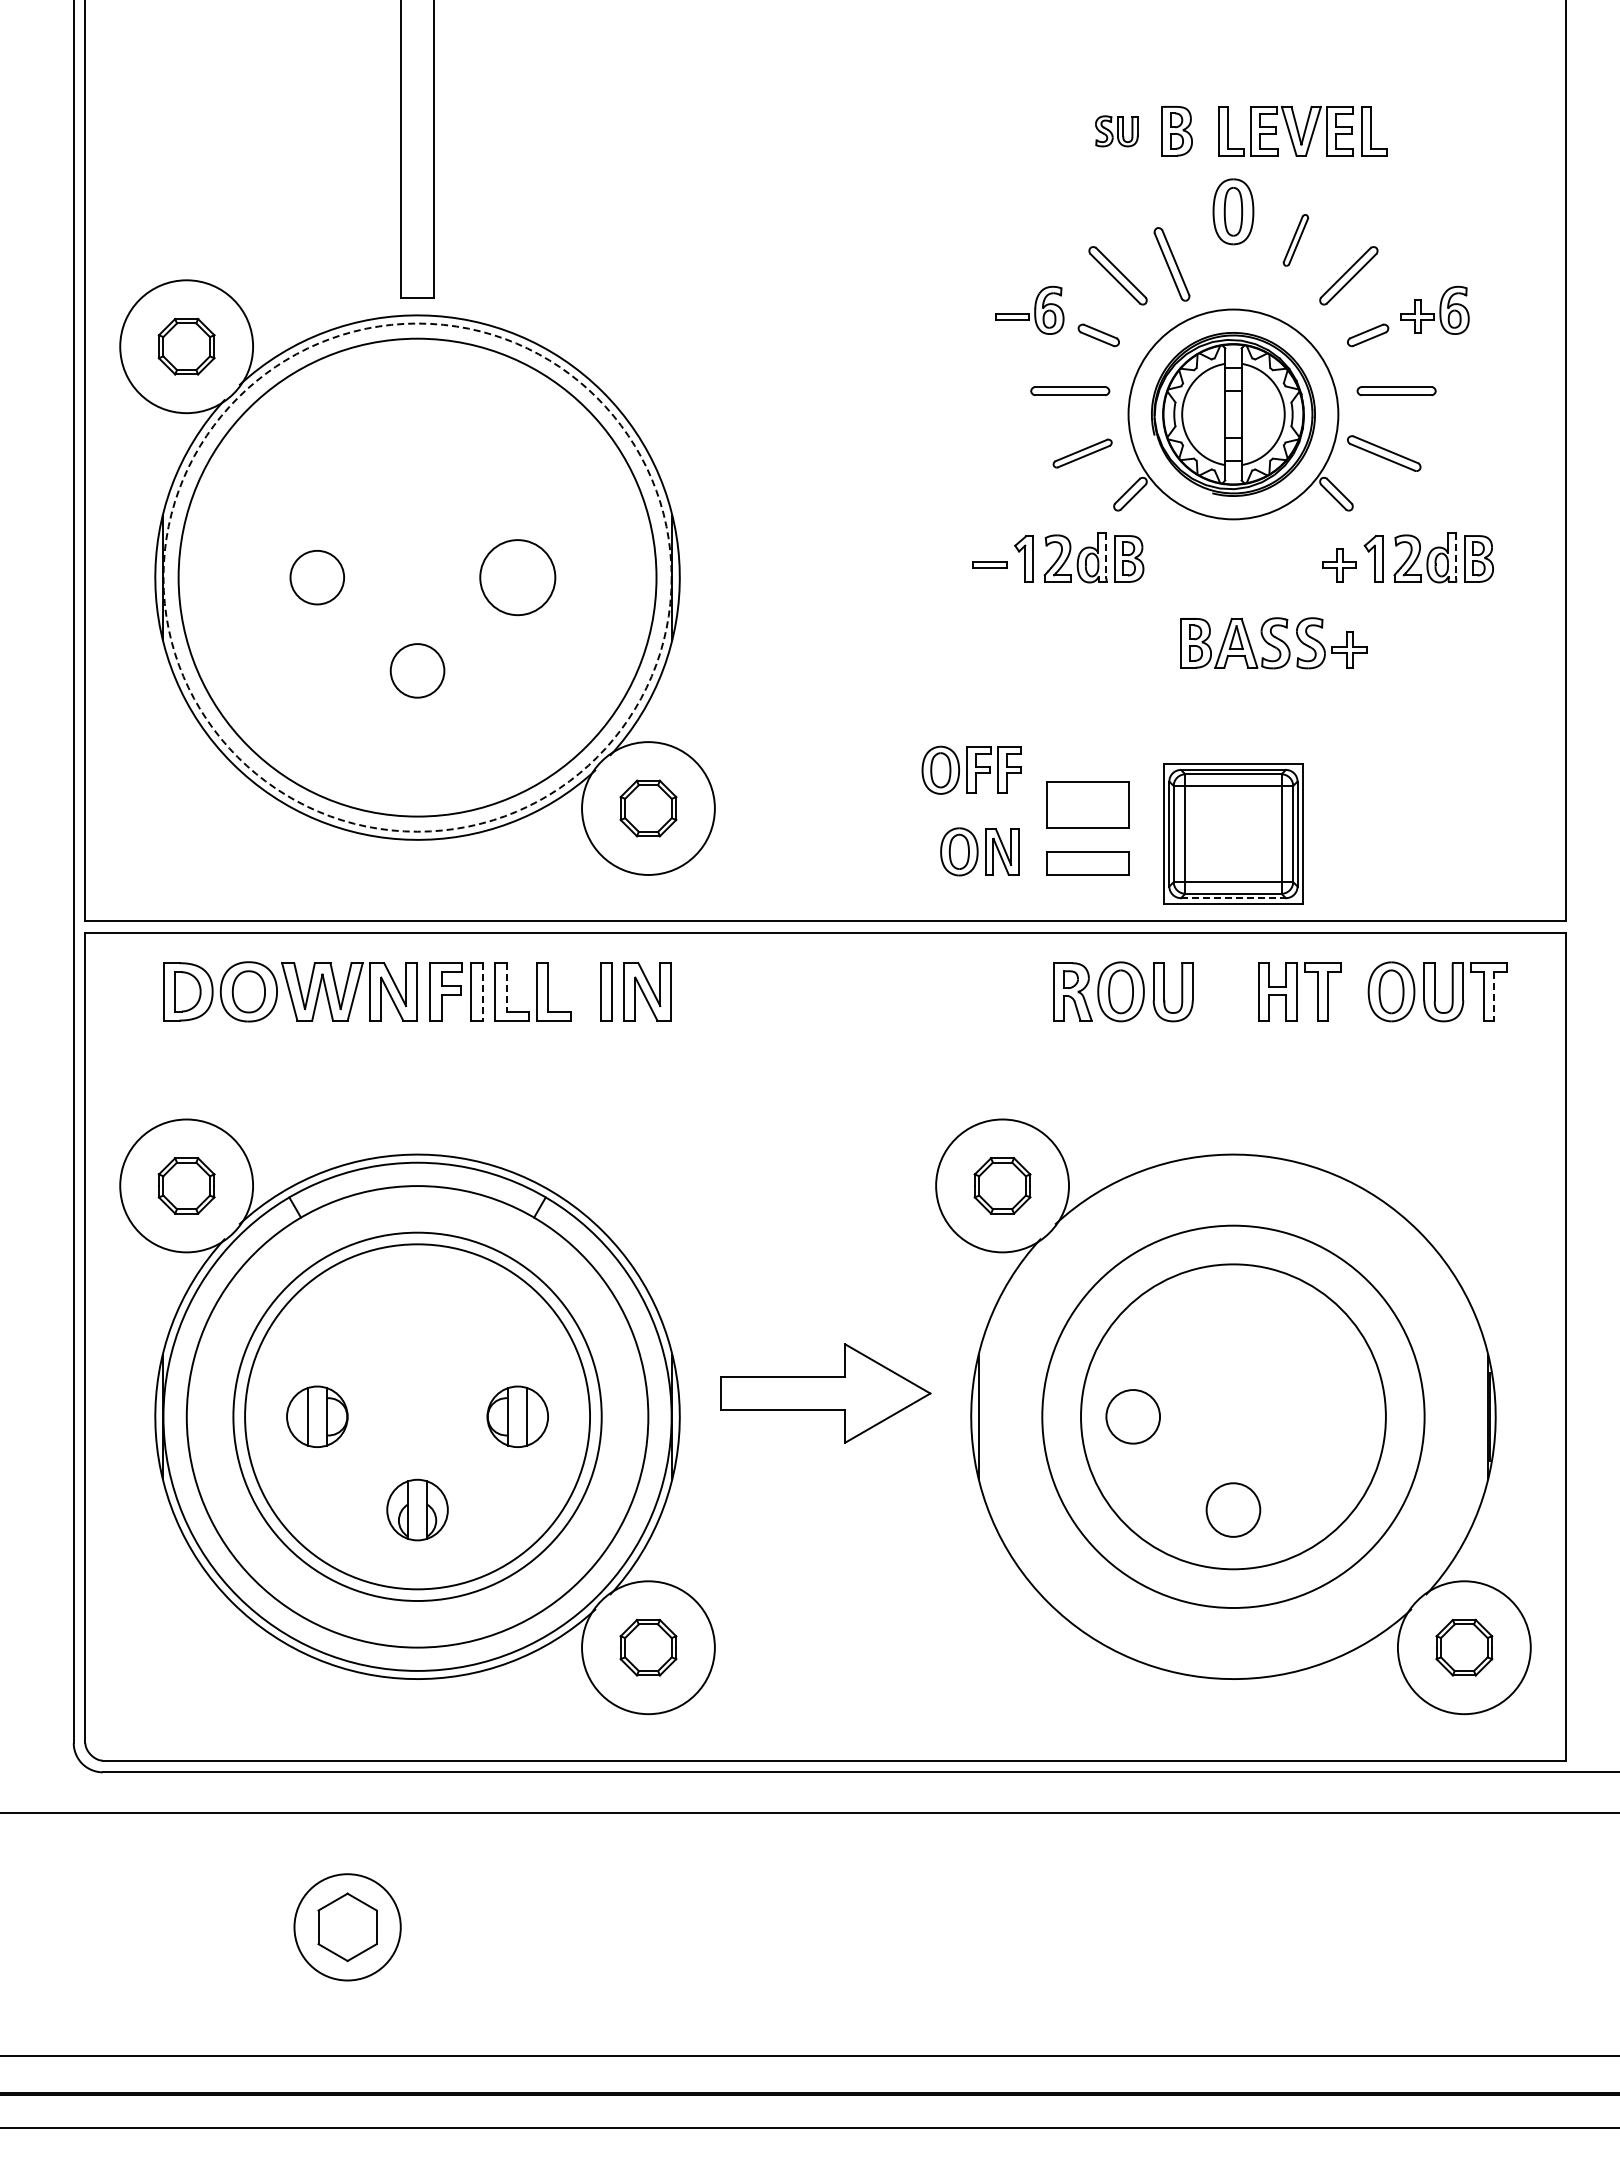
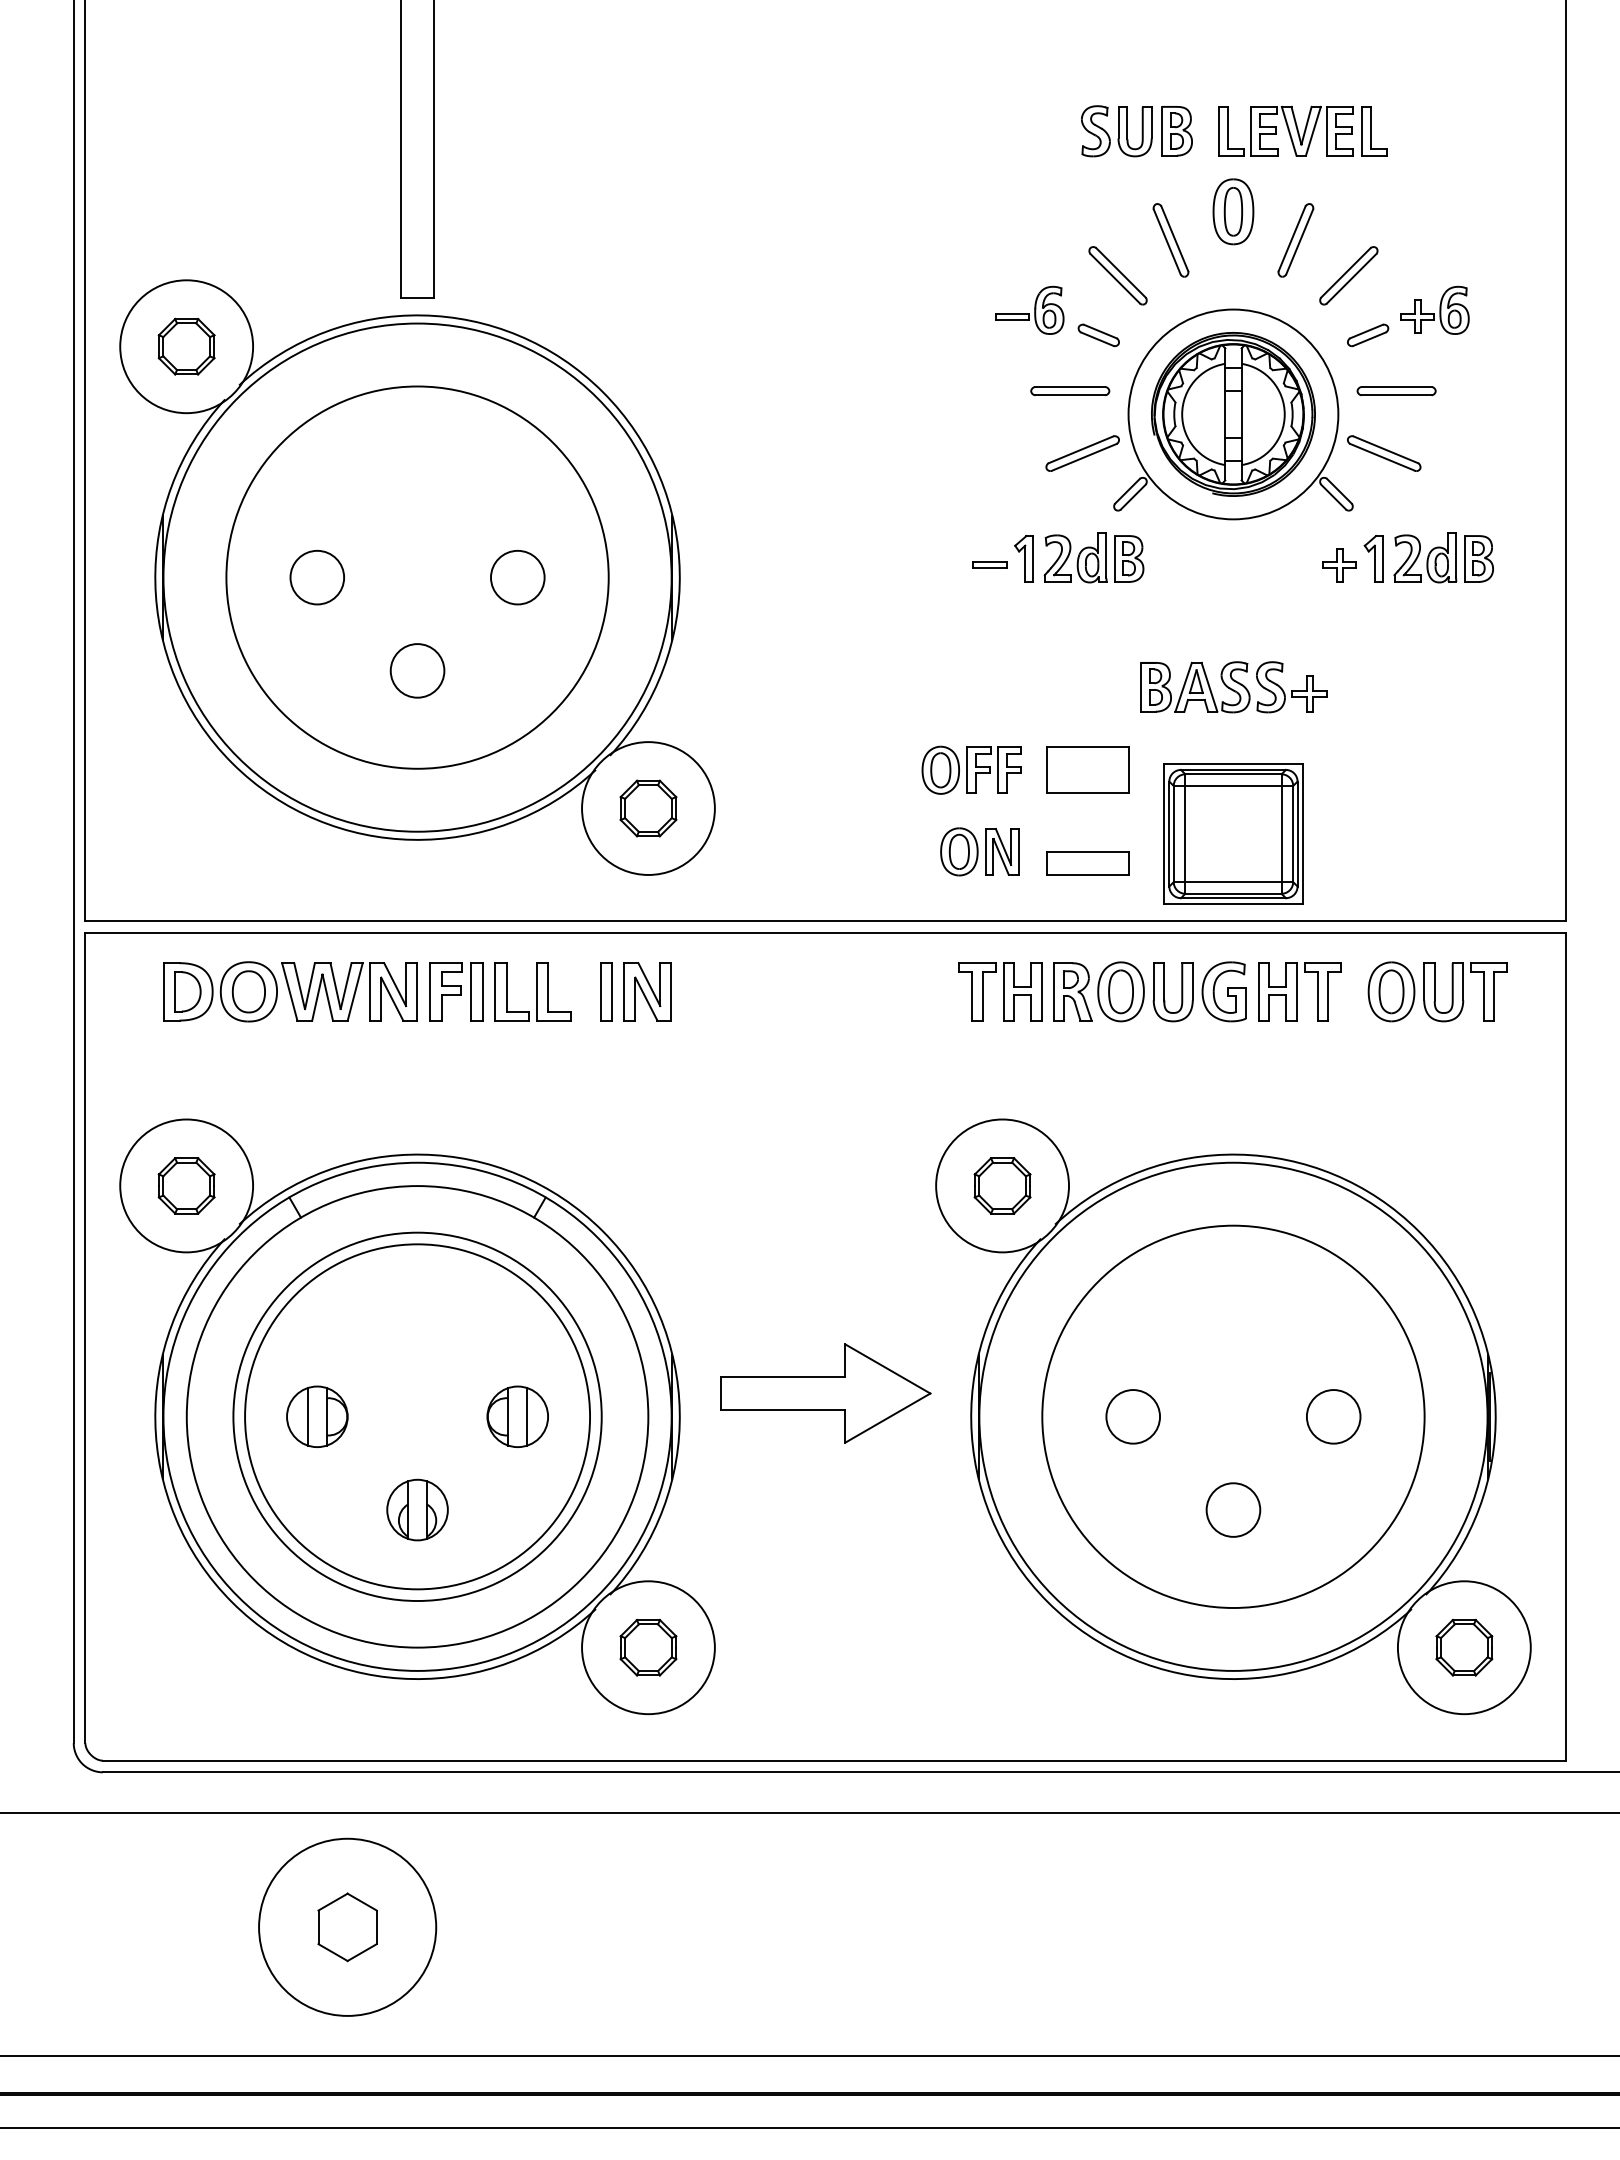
part at (1116, 131) size: 44x33 px -> 72x53 px
part at (1295, 240) size: 28x53 px -> 38x75 px
part at (1171, 264) position: (1171, 264) -> (1170, 240)
part at (1082, 453) size: 61x31 px -> 75x37 px
line at (1106, 555): dashed -> solid
line at (1456, 555): dashed -> solid
circle at (417, 577) diameter: 478 px -> 382 px
circle at (417, 577): dashed -> solid
circle at (517, 577) diameter: 75 px -> 54 px
part at (1273, 643) position: (1273, 643) -> (1233, 687)
part at (1087, 804) position: (1087, 804) -> (1087, 769)
line at (1233, 898): dashed -> solid
line at (506, 987): dashed -> solid
line at (482, 991): dashed -> solid
part at (1000, 991): none -> present
part at (1223, 991): none -> present
line at (1494, 996): dashed -> solid
circle at (1233, 1416) diameter: 305 px -> 508 px
circle at (1333, 1416): none -> present
circle at (347, 1927) diameter: 106 px -> 177 px
